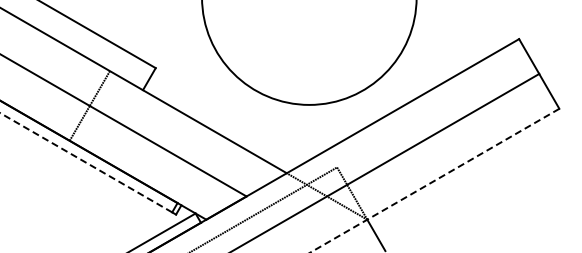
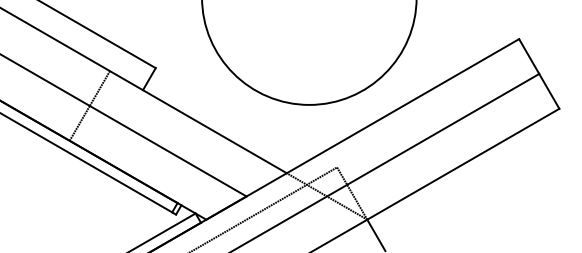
line at (86, 162): dashed -> solid
line at (434, 180): dashed -> solid
